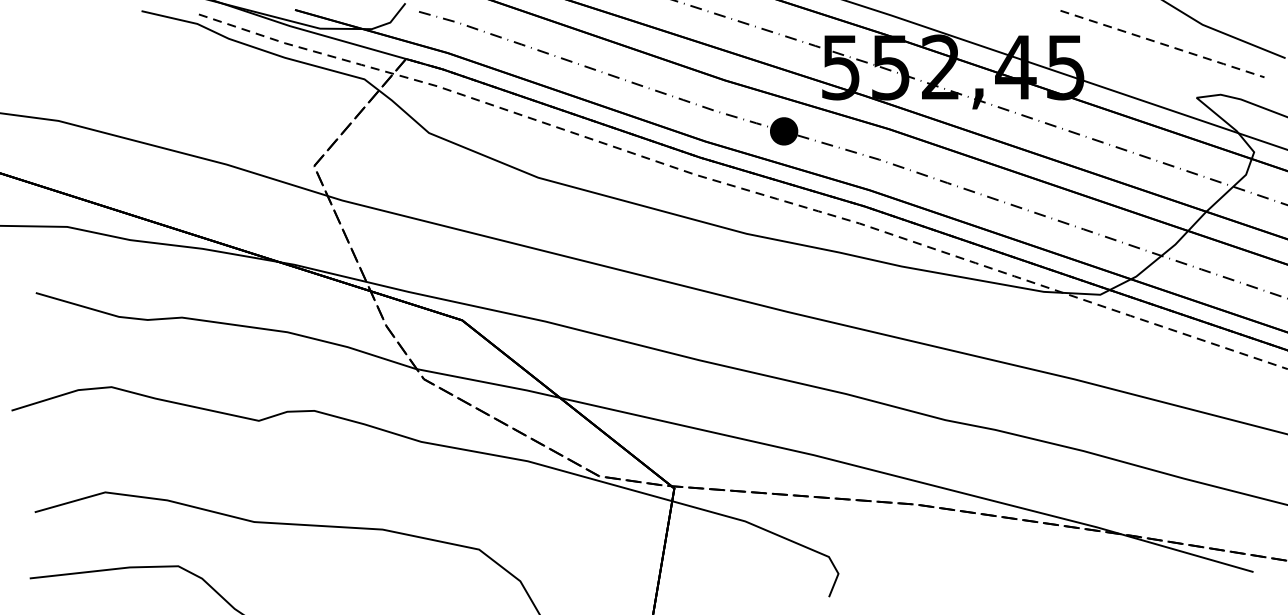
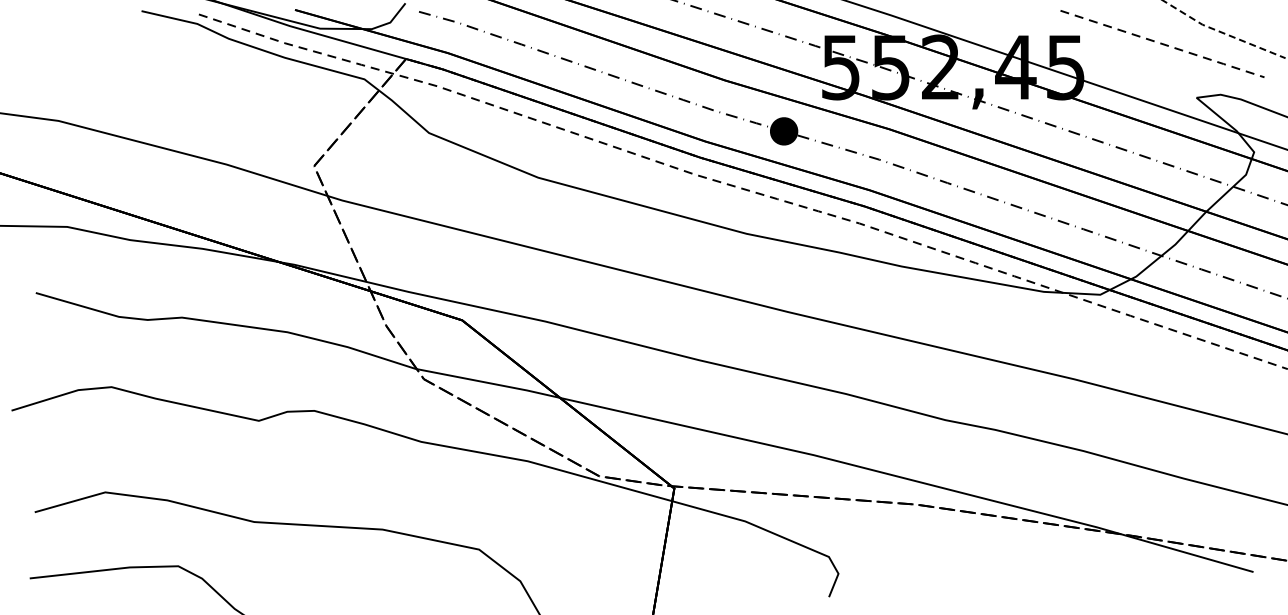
line at (1221, 32): solid -> dashed
